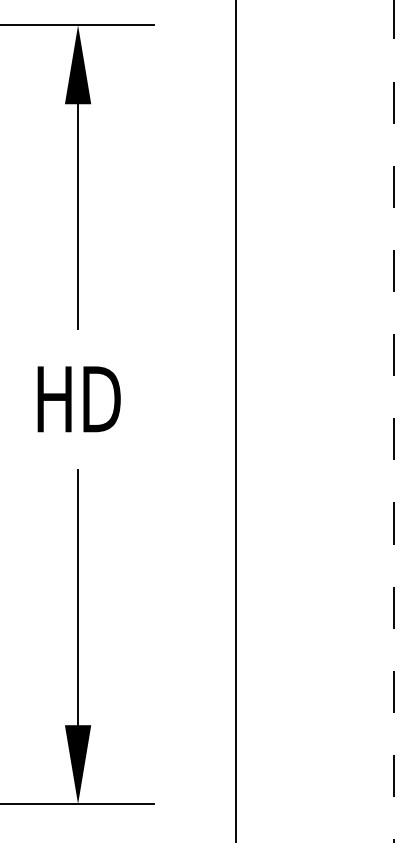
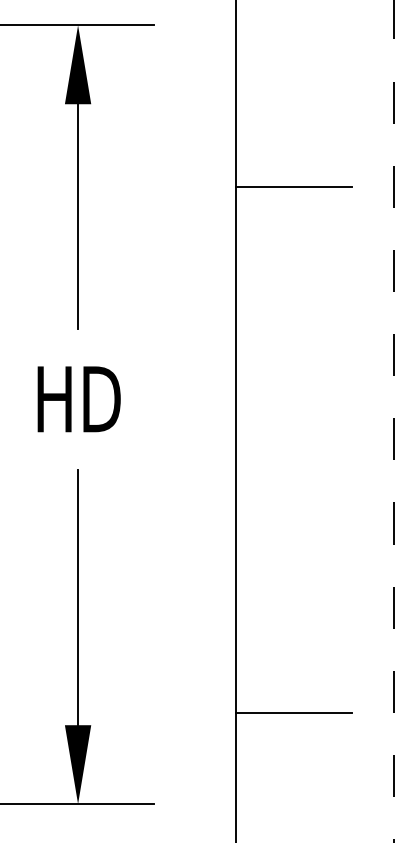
line at (293, 186): none -> present
line at (293, 712): none -> present
